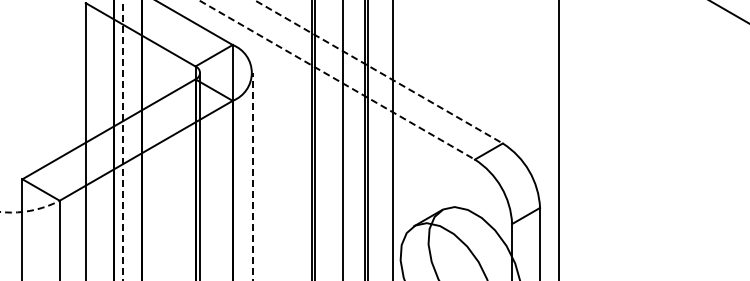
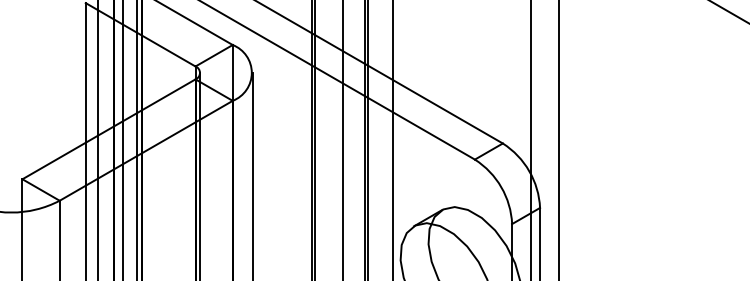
line at (379, 72): dashed -> solid
line at (337, 80): dashed -> solid
line at (97, 139): none -> present
line at (137, 139): none -> present
line at (530, 139): none -> present
line at (122, 140): dashed -> solid
line at (252, 176): dashed -> solid
arc at (30, 210): dashed -> solid
